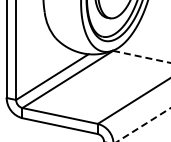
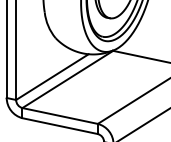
line at (142, 56): dashed -> solid
line at (143, 125): dashed -> solid
